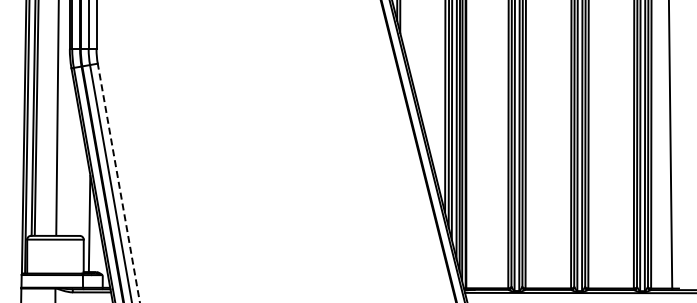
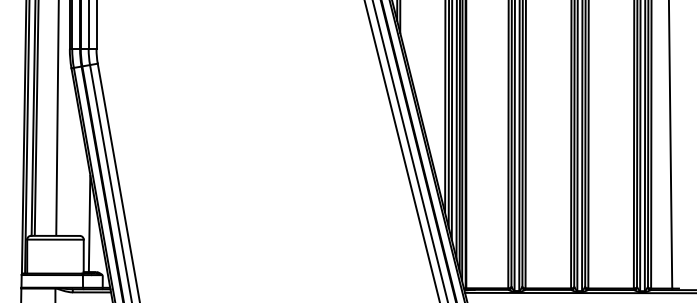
line at (402, 150): none -> present
line at (410, 150): none -> present
line at (118, 182): dashed -> solid
